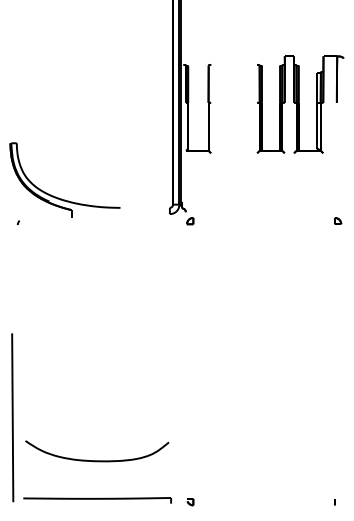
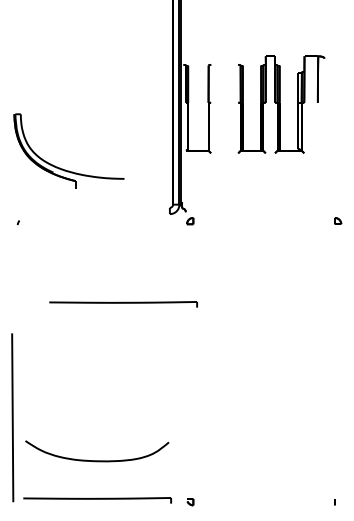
part at (300, 104) position: (300, 104) -> (281, 104)
part at (56, 196) position: (56, 196) -> (60, 167)
part at (123, 304): none -> present
